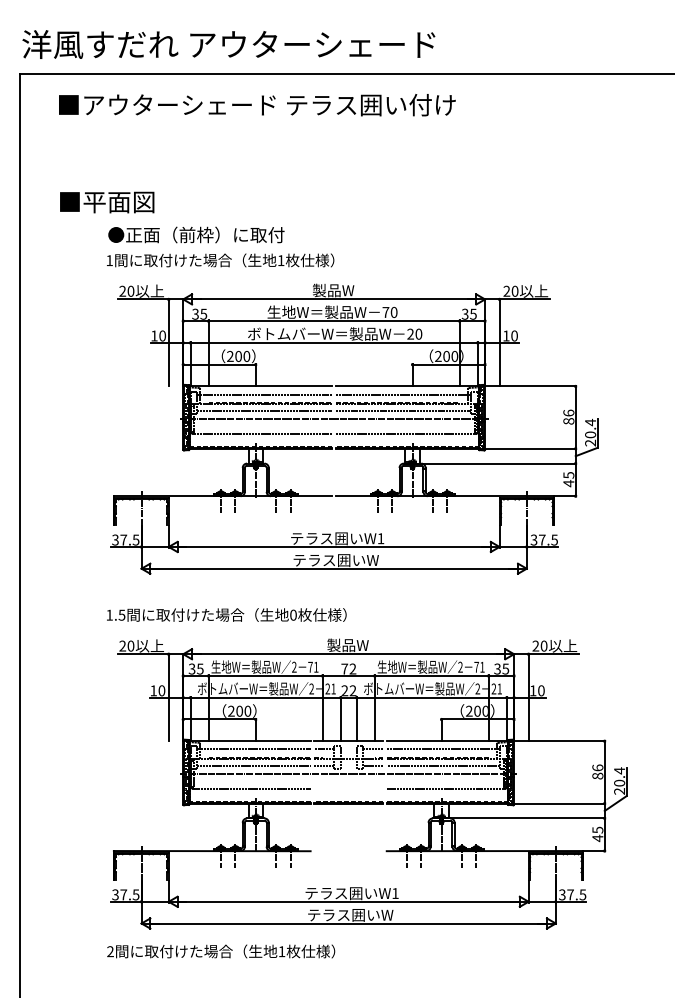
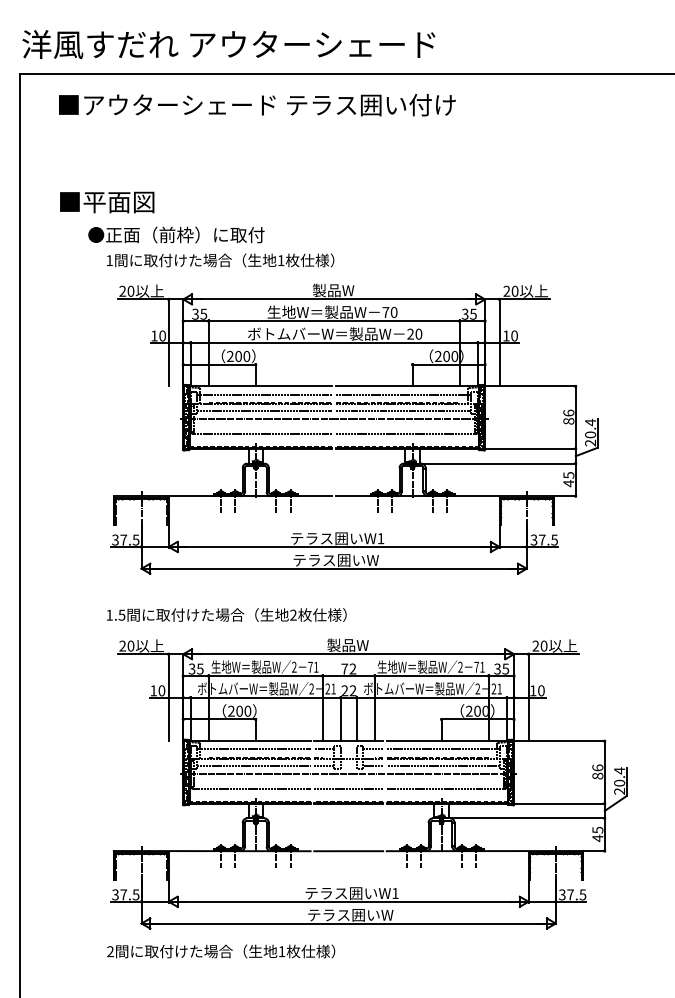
text at (196, 234) position: (196, 234) -> (176, 234)
text at (293, 614): 0 -> 2
line at (348, 788): none -> present
line at (348, 851): none -> present
